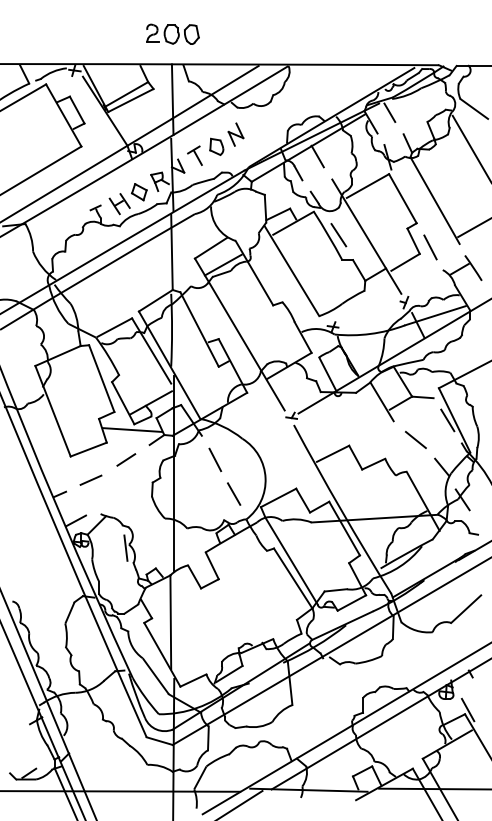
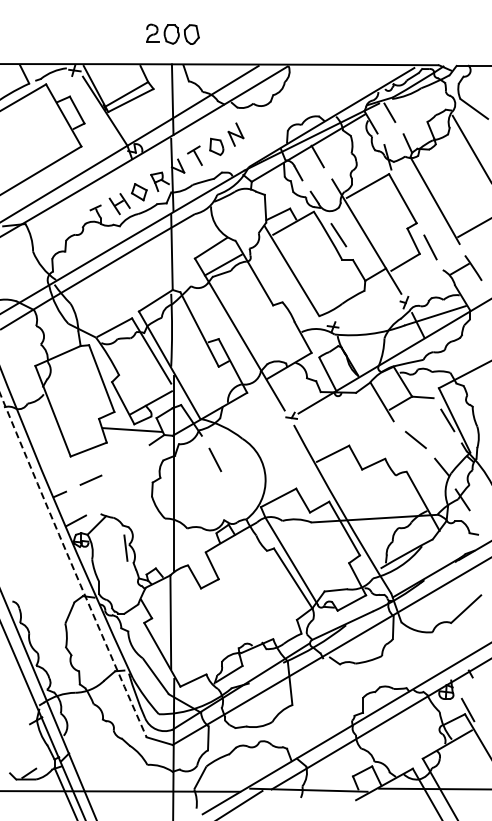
line at (126, 459): present -> none
line at (233, 493): present -> none
arc at (72, 565): solid -> dashed
